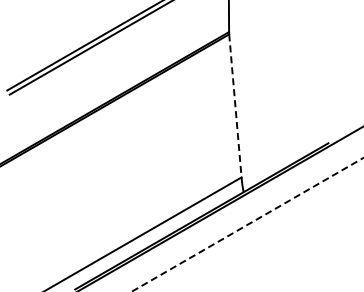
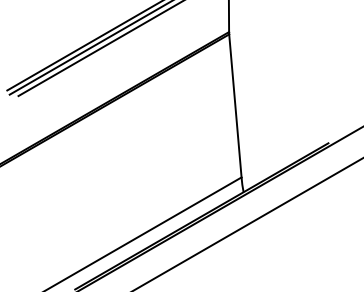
line at (99, 49): none -> present
line at (235, 105): dashed -> solid
line at (247, 224): dashed -> solid
